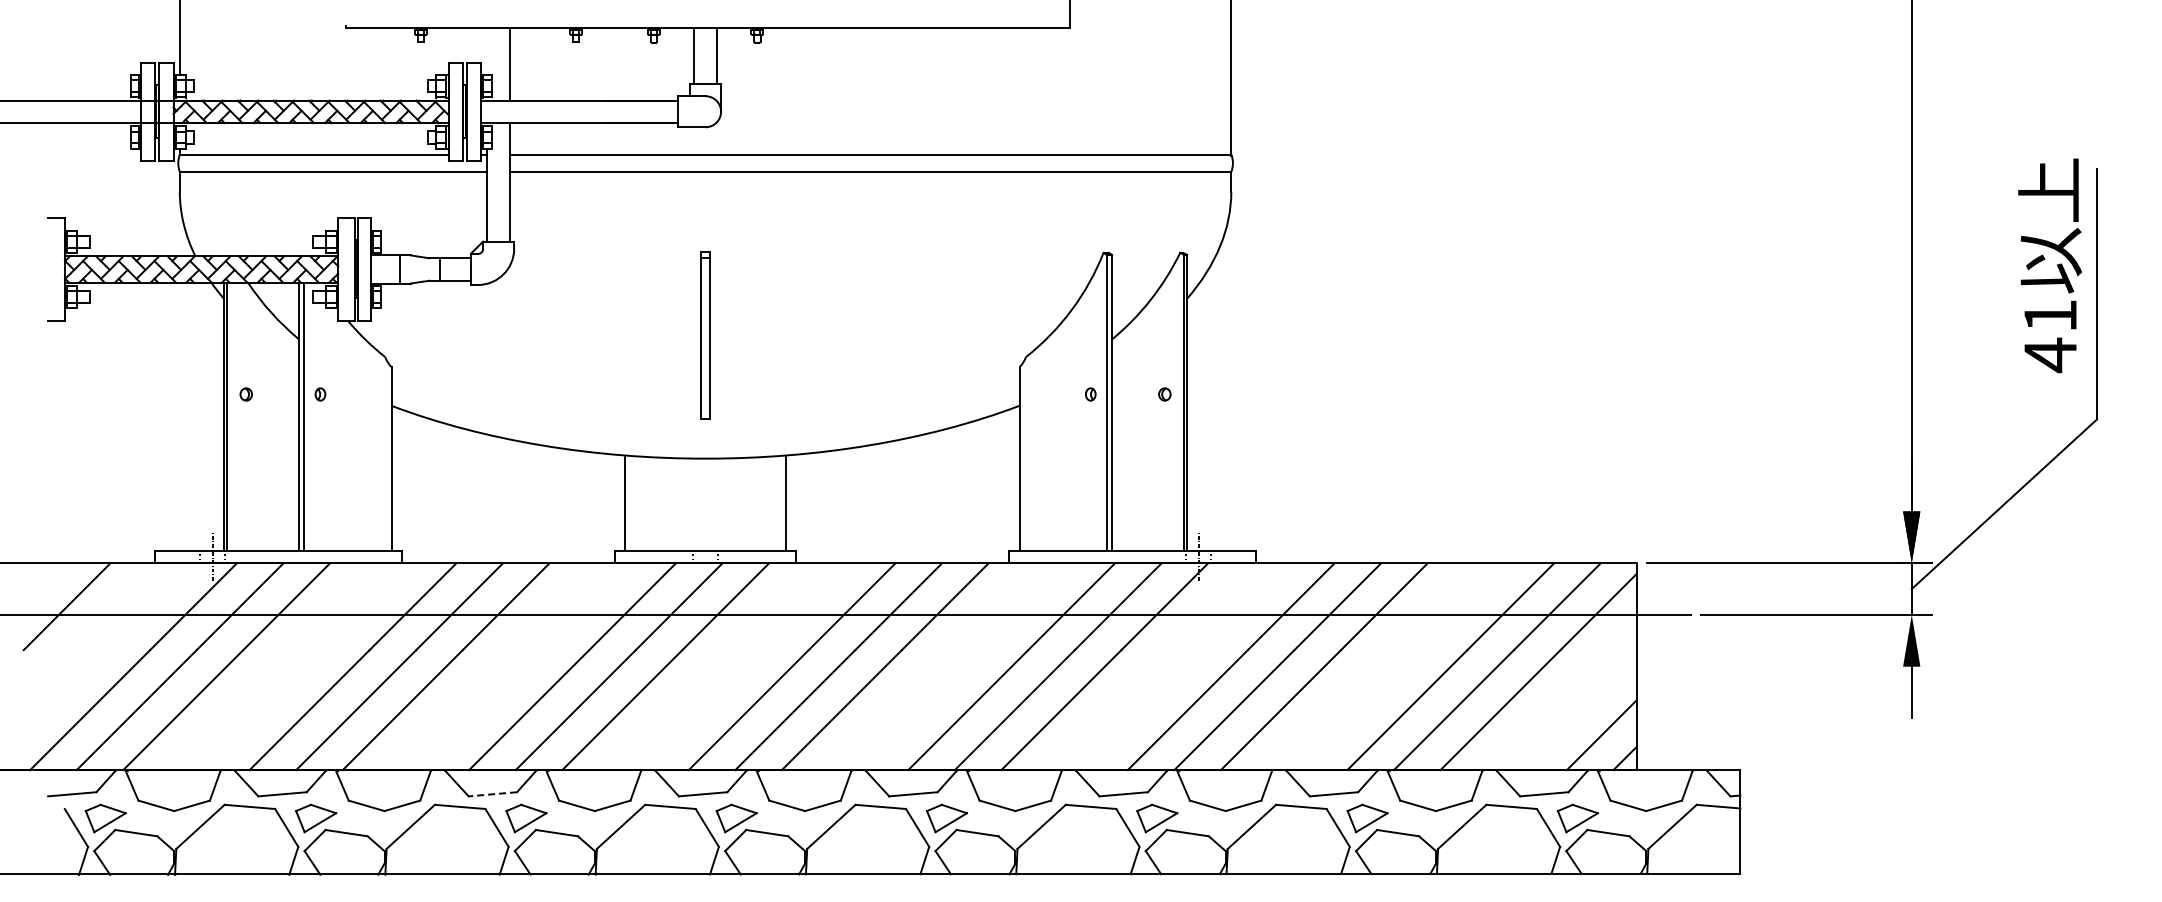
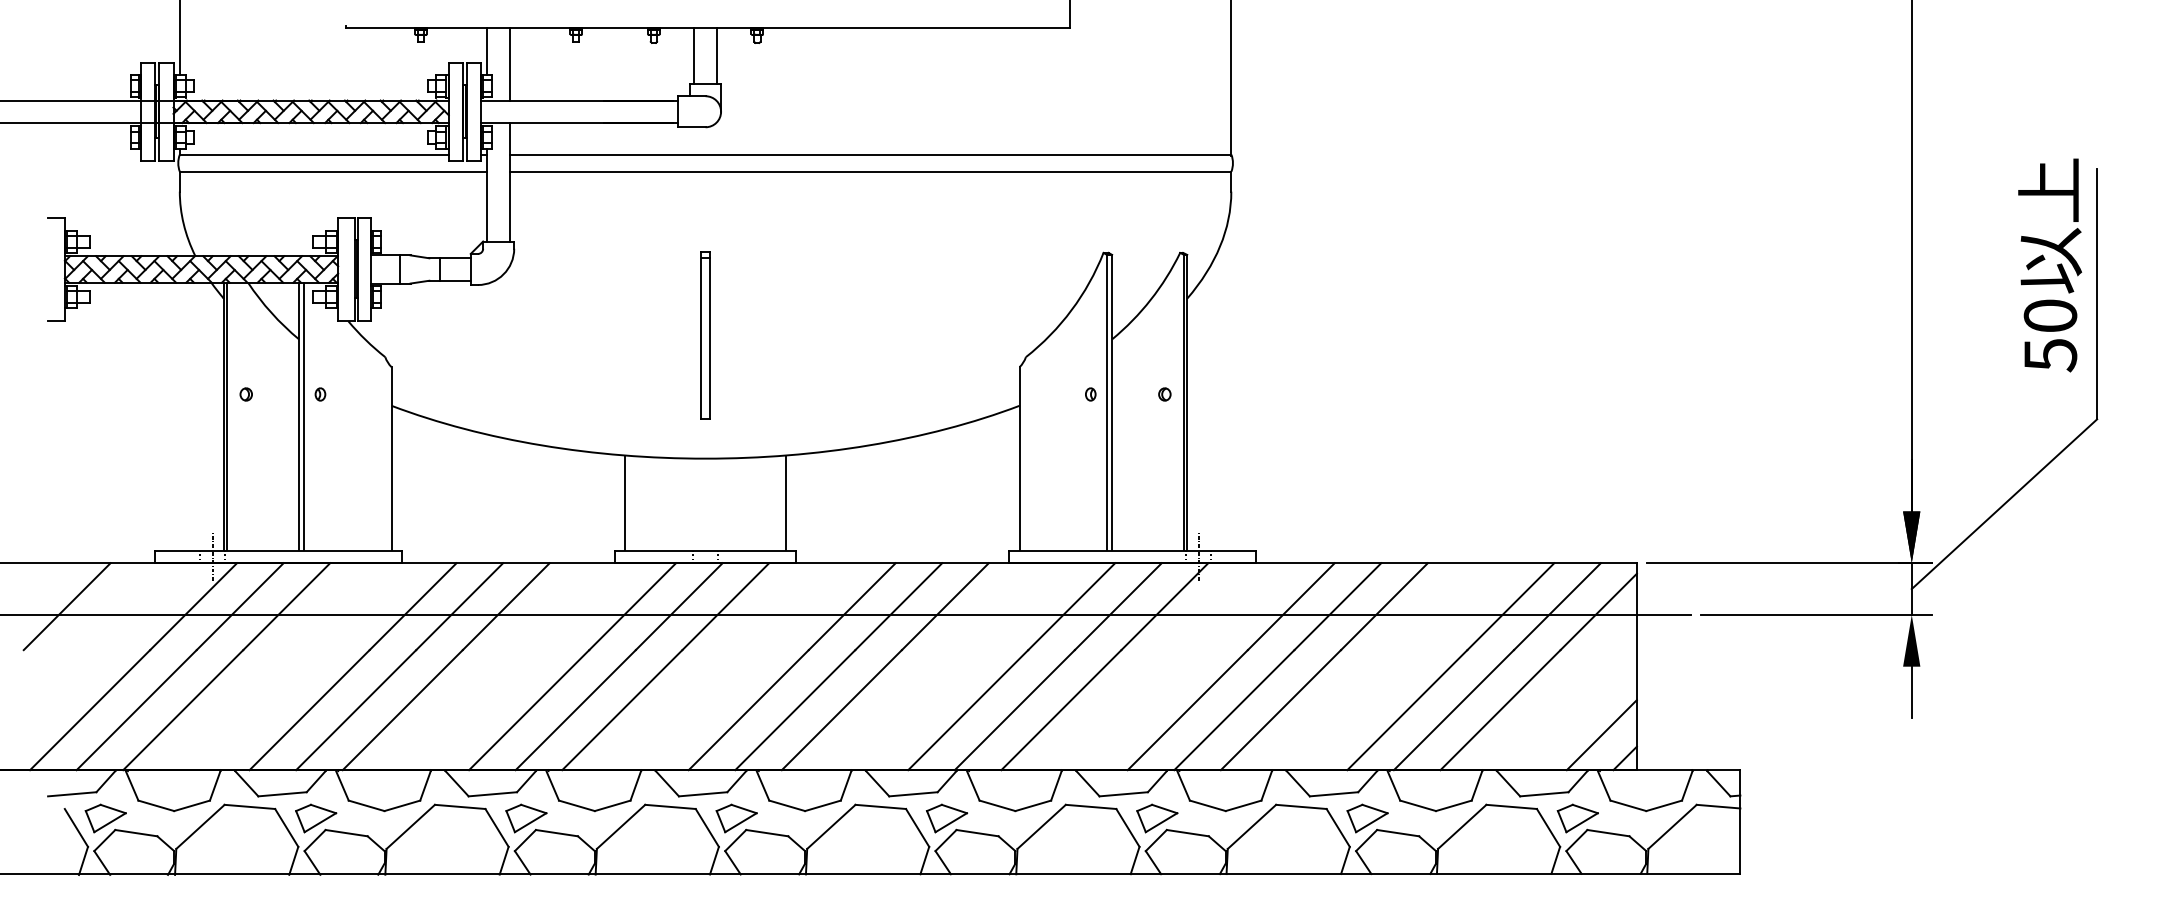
line at (487, 50): none -> present
text at (2050, 336): 41 -> 50
line at (492, 794): dashed -> solid
